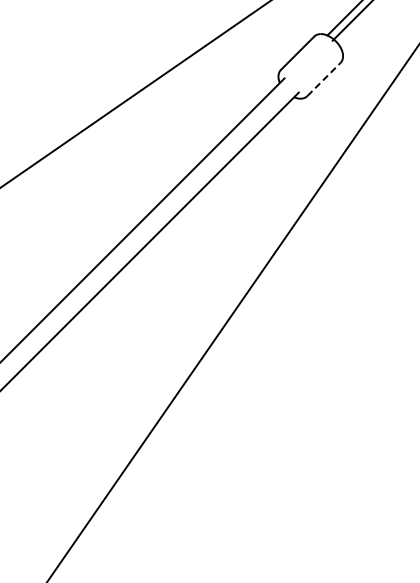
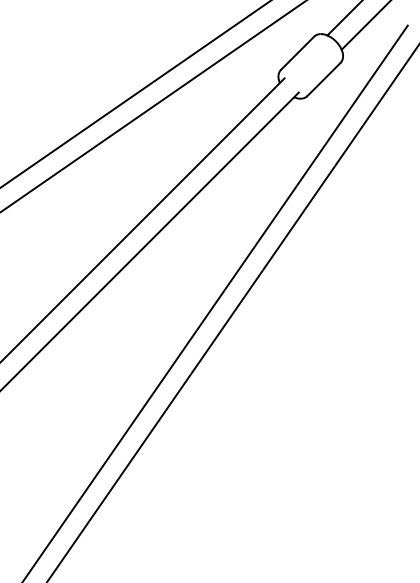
line at (351, 21) position: (351, 21) -> (364, 25)
line at (324, 79): dashed -> solid
line at (152, 106): none -> present
line at (215, 302): none -> present
